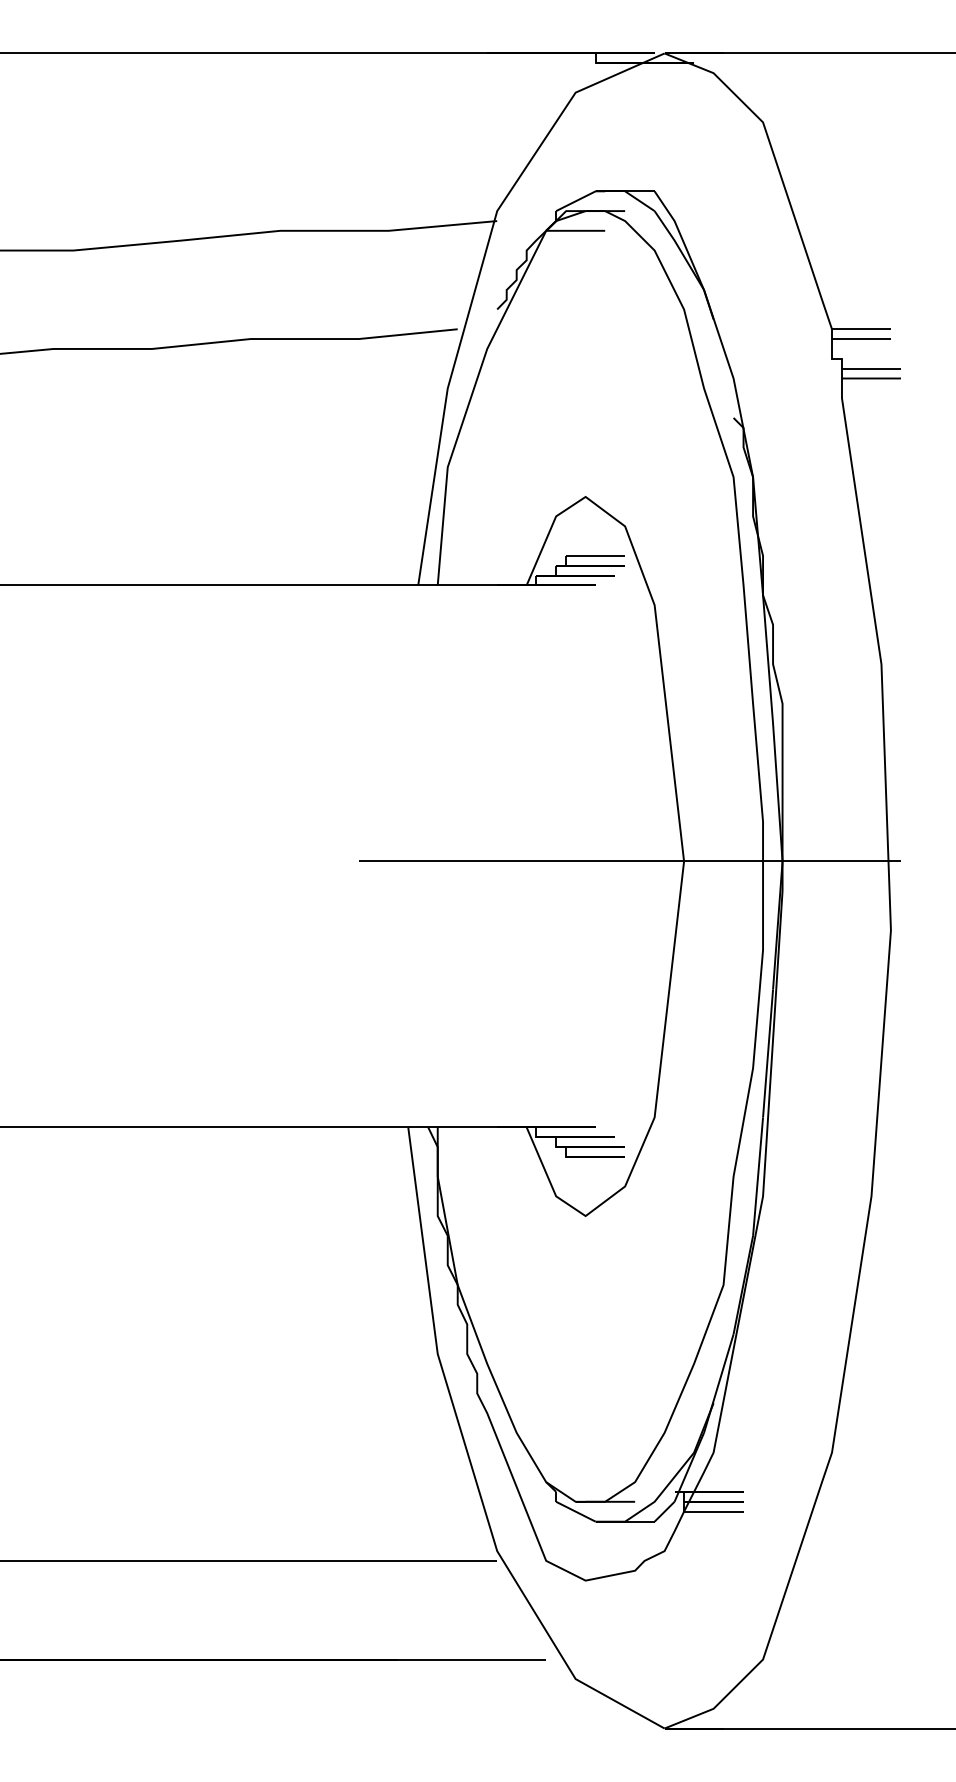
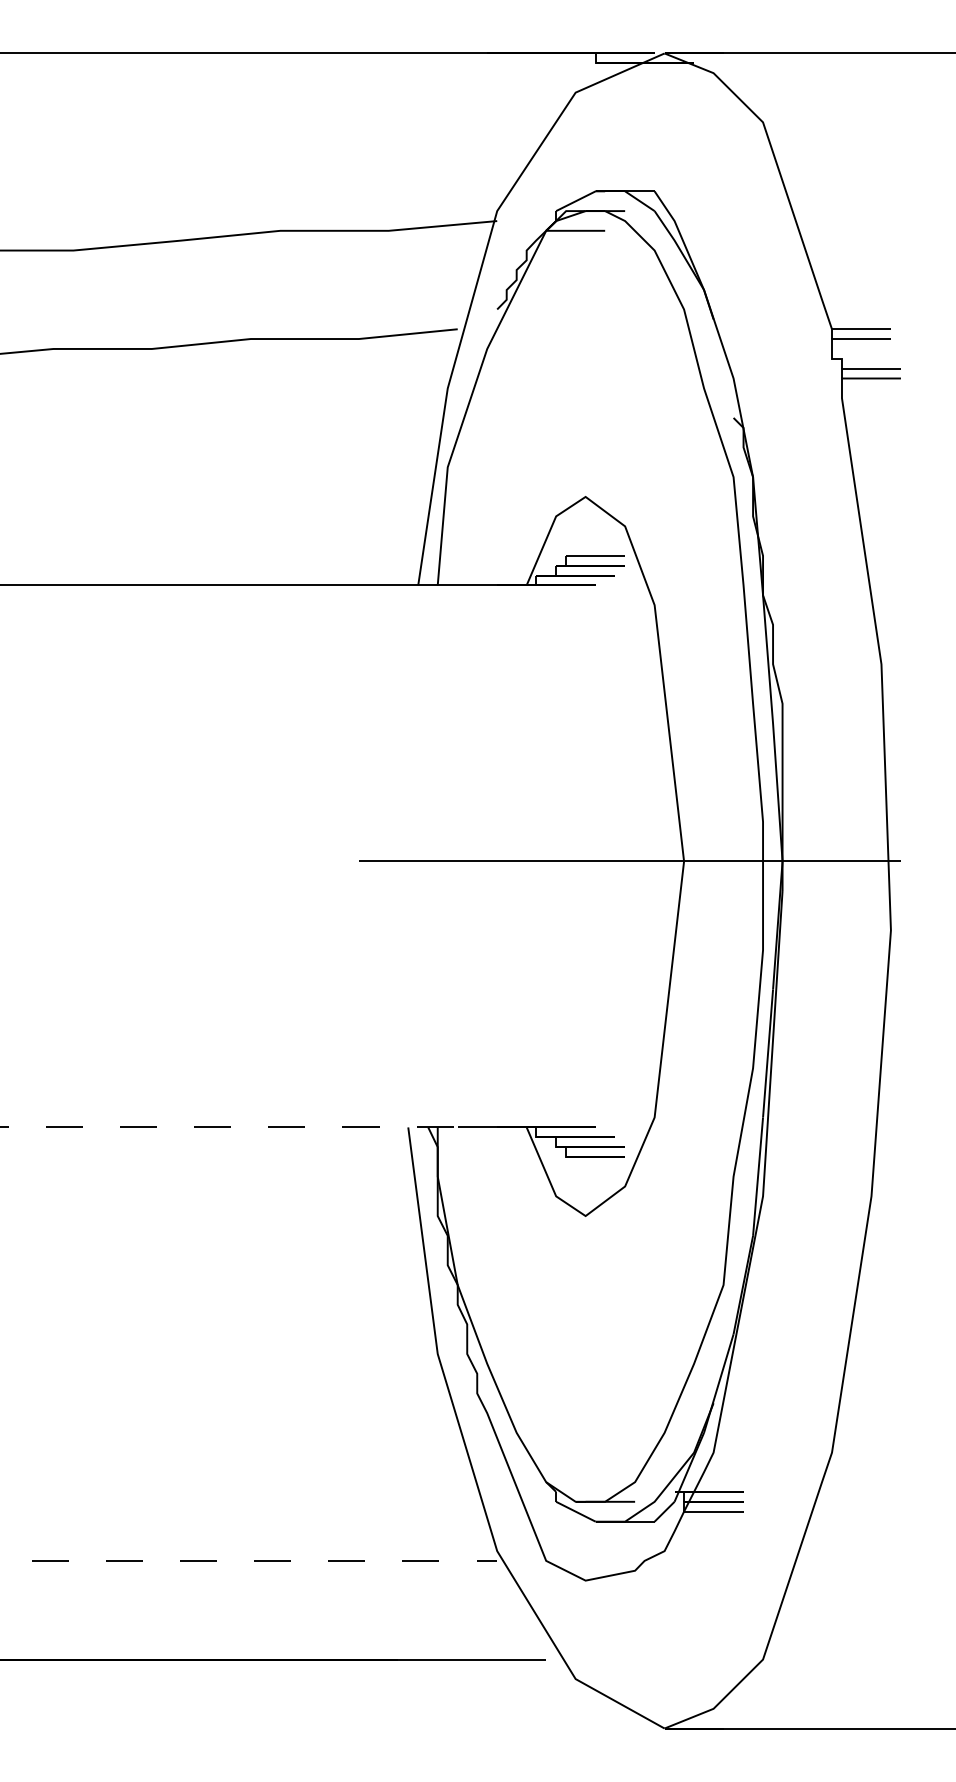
line at (228, 1127): solid -> dashed
line at (249, 1560): solid -> dashed
